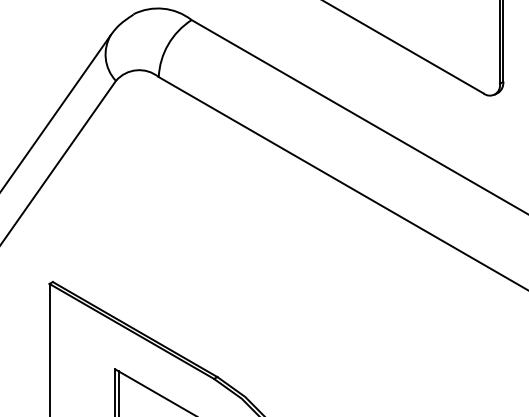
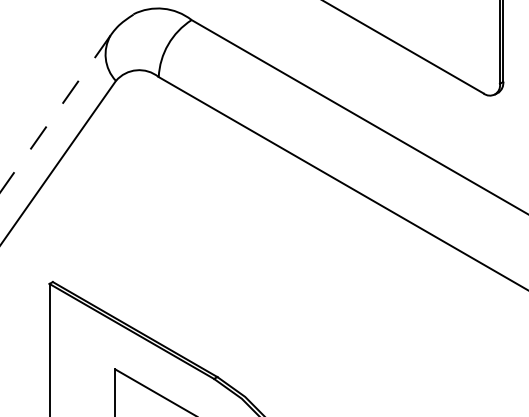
line at (55, 114): solid -> dashed
line at (118, 392): present -> none
